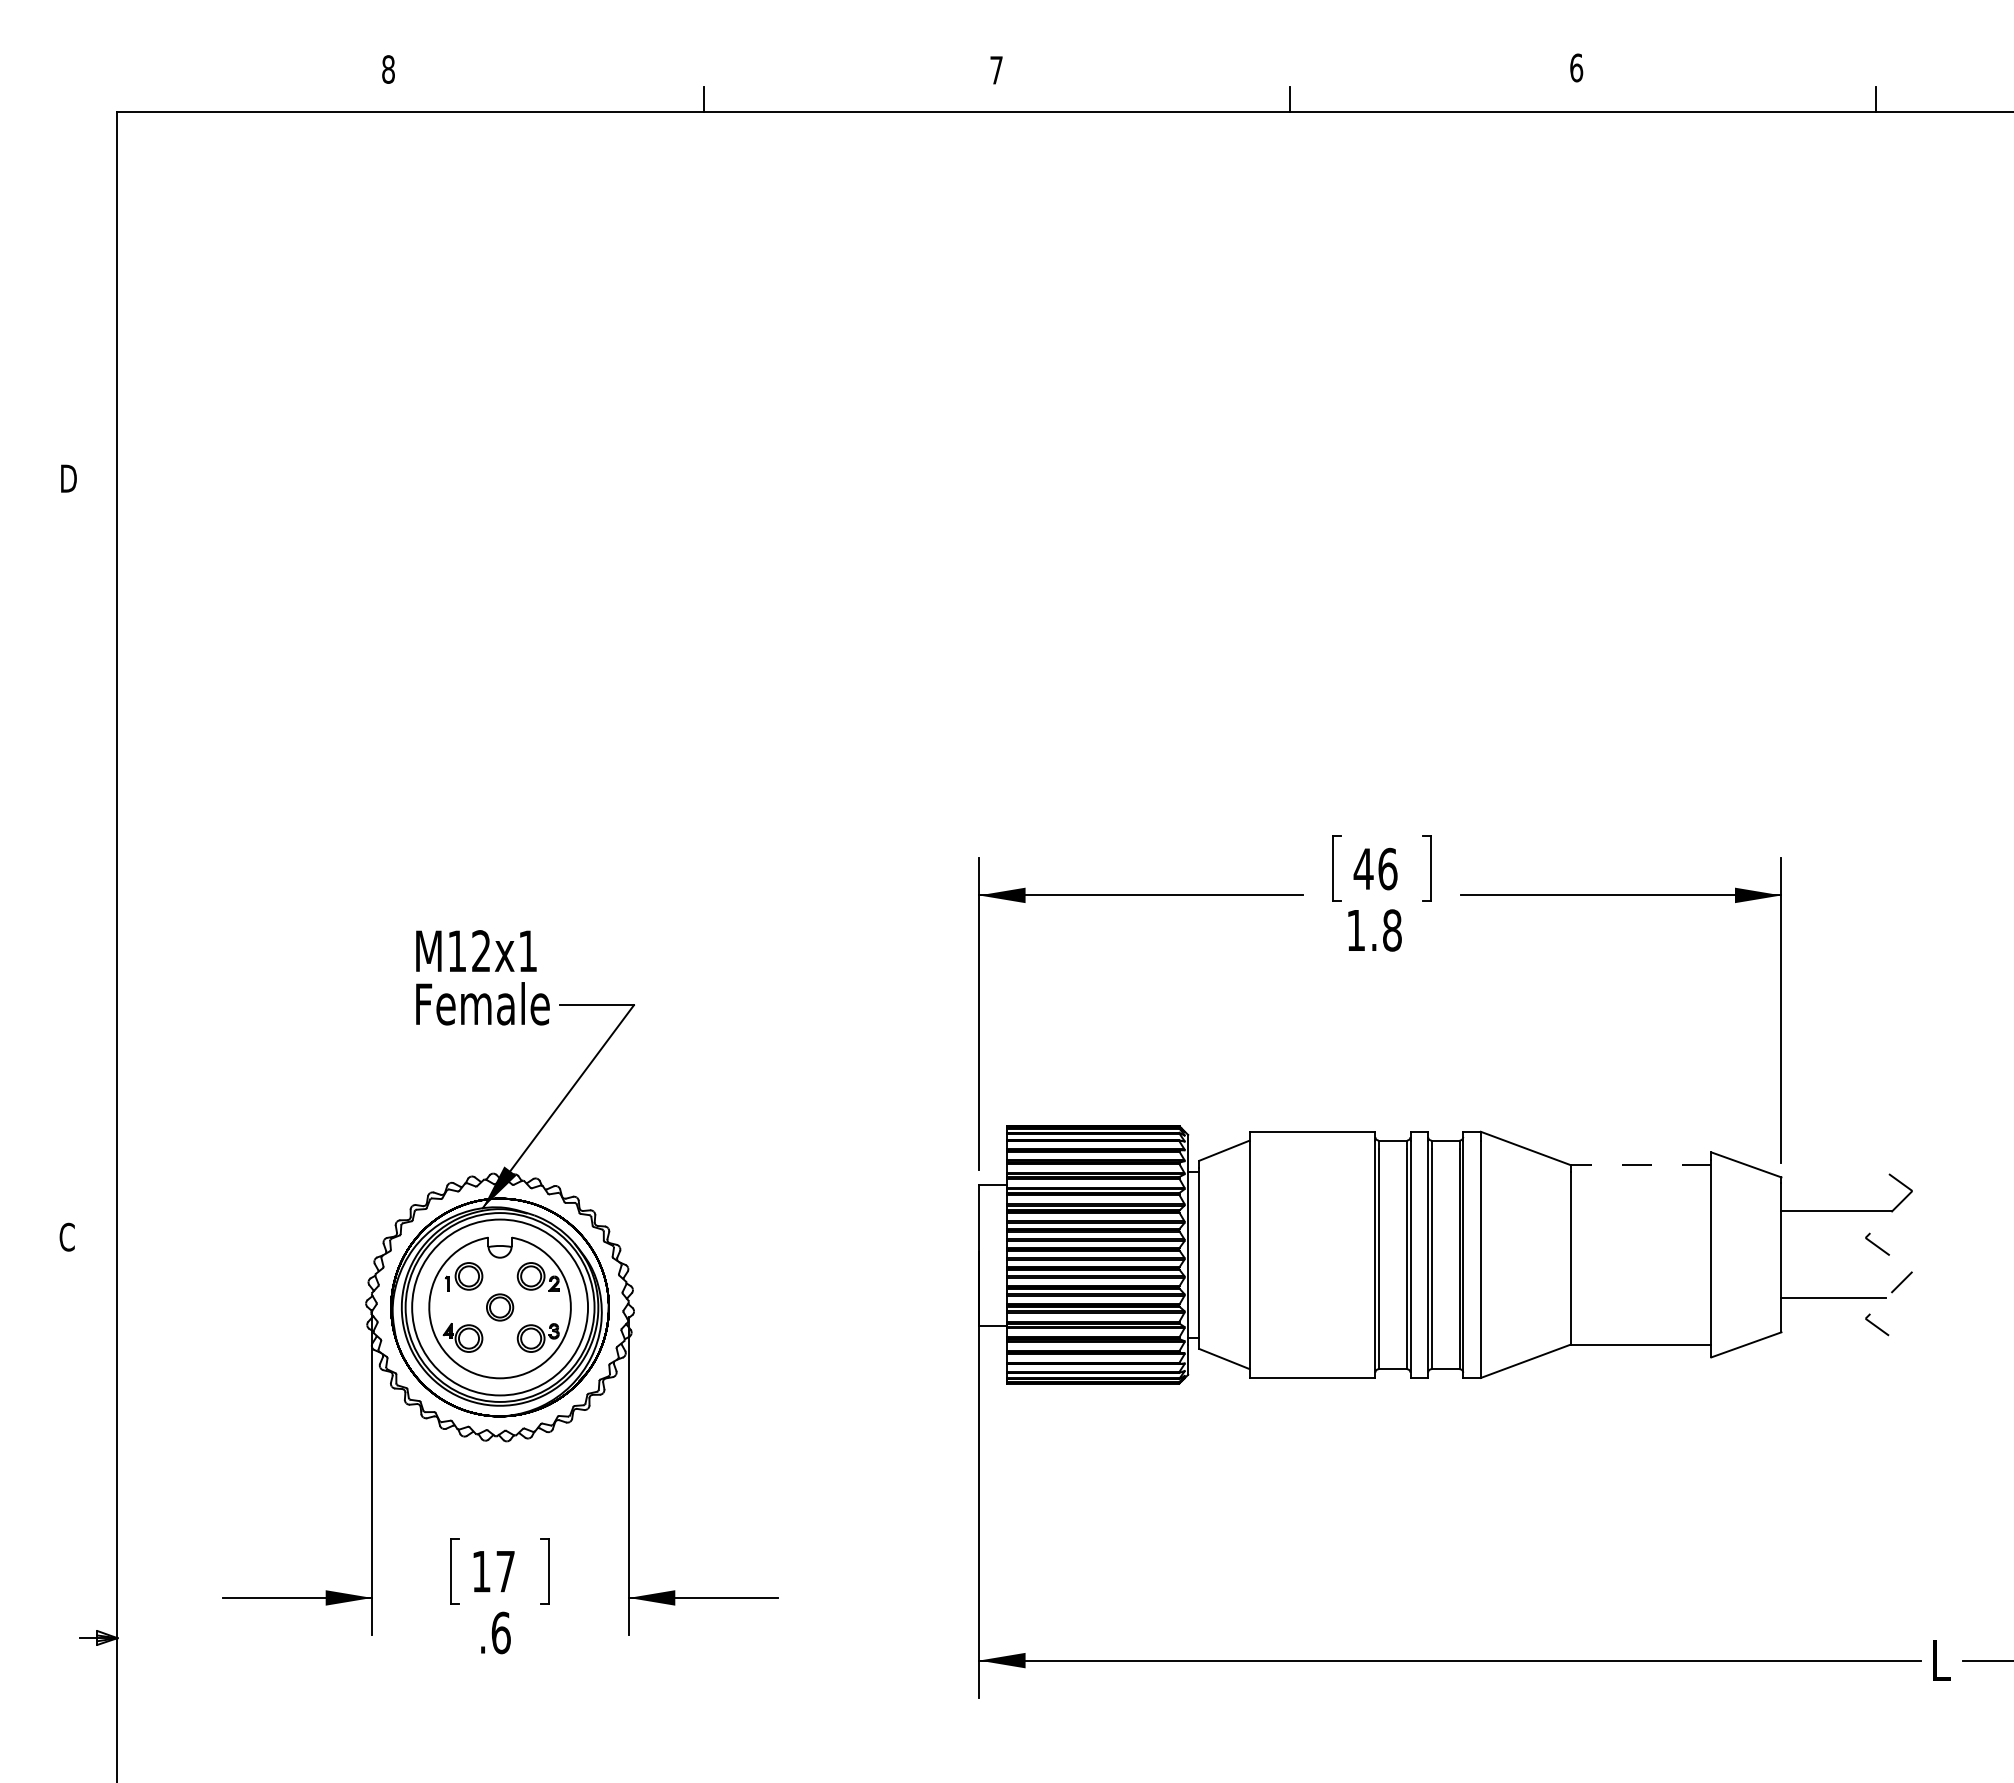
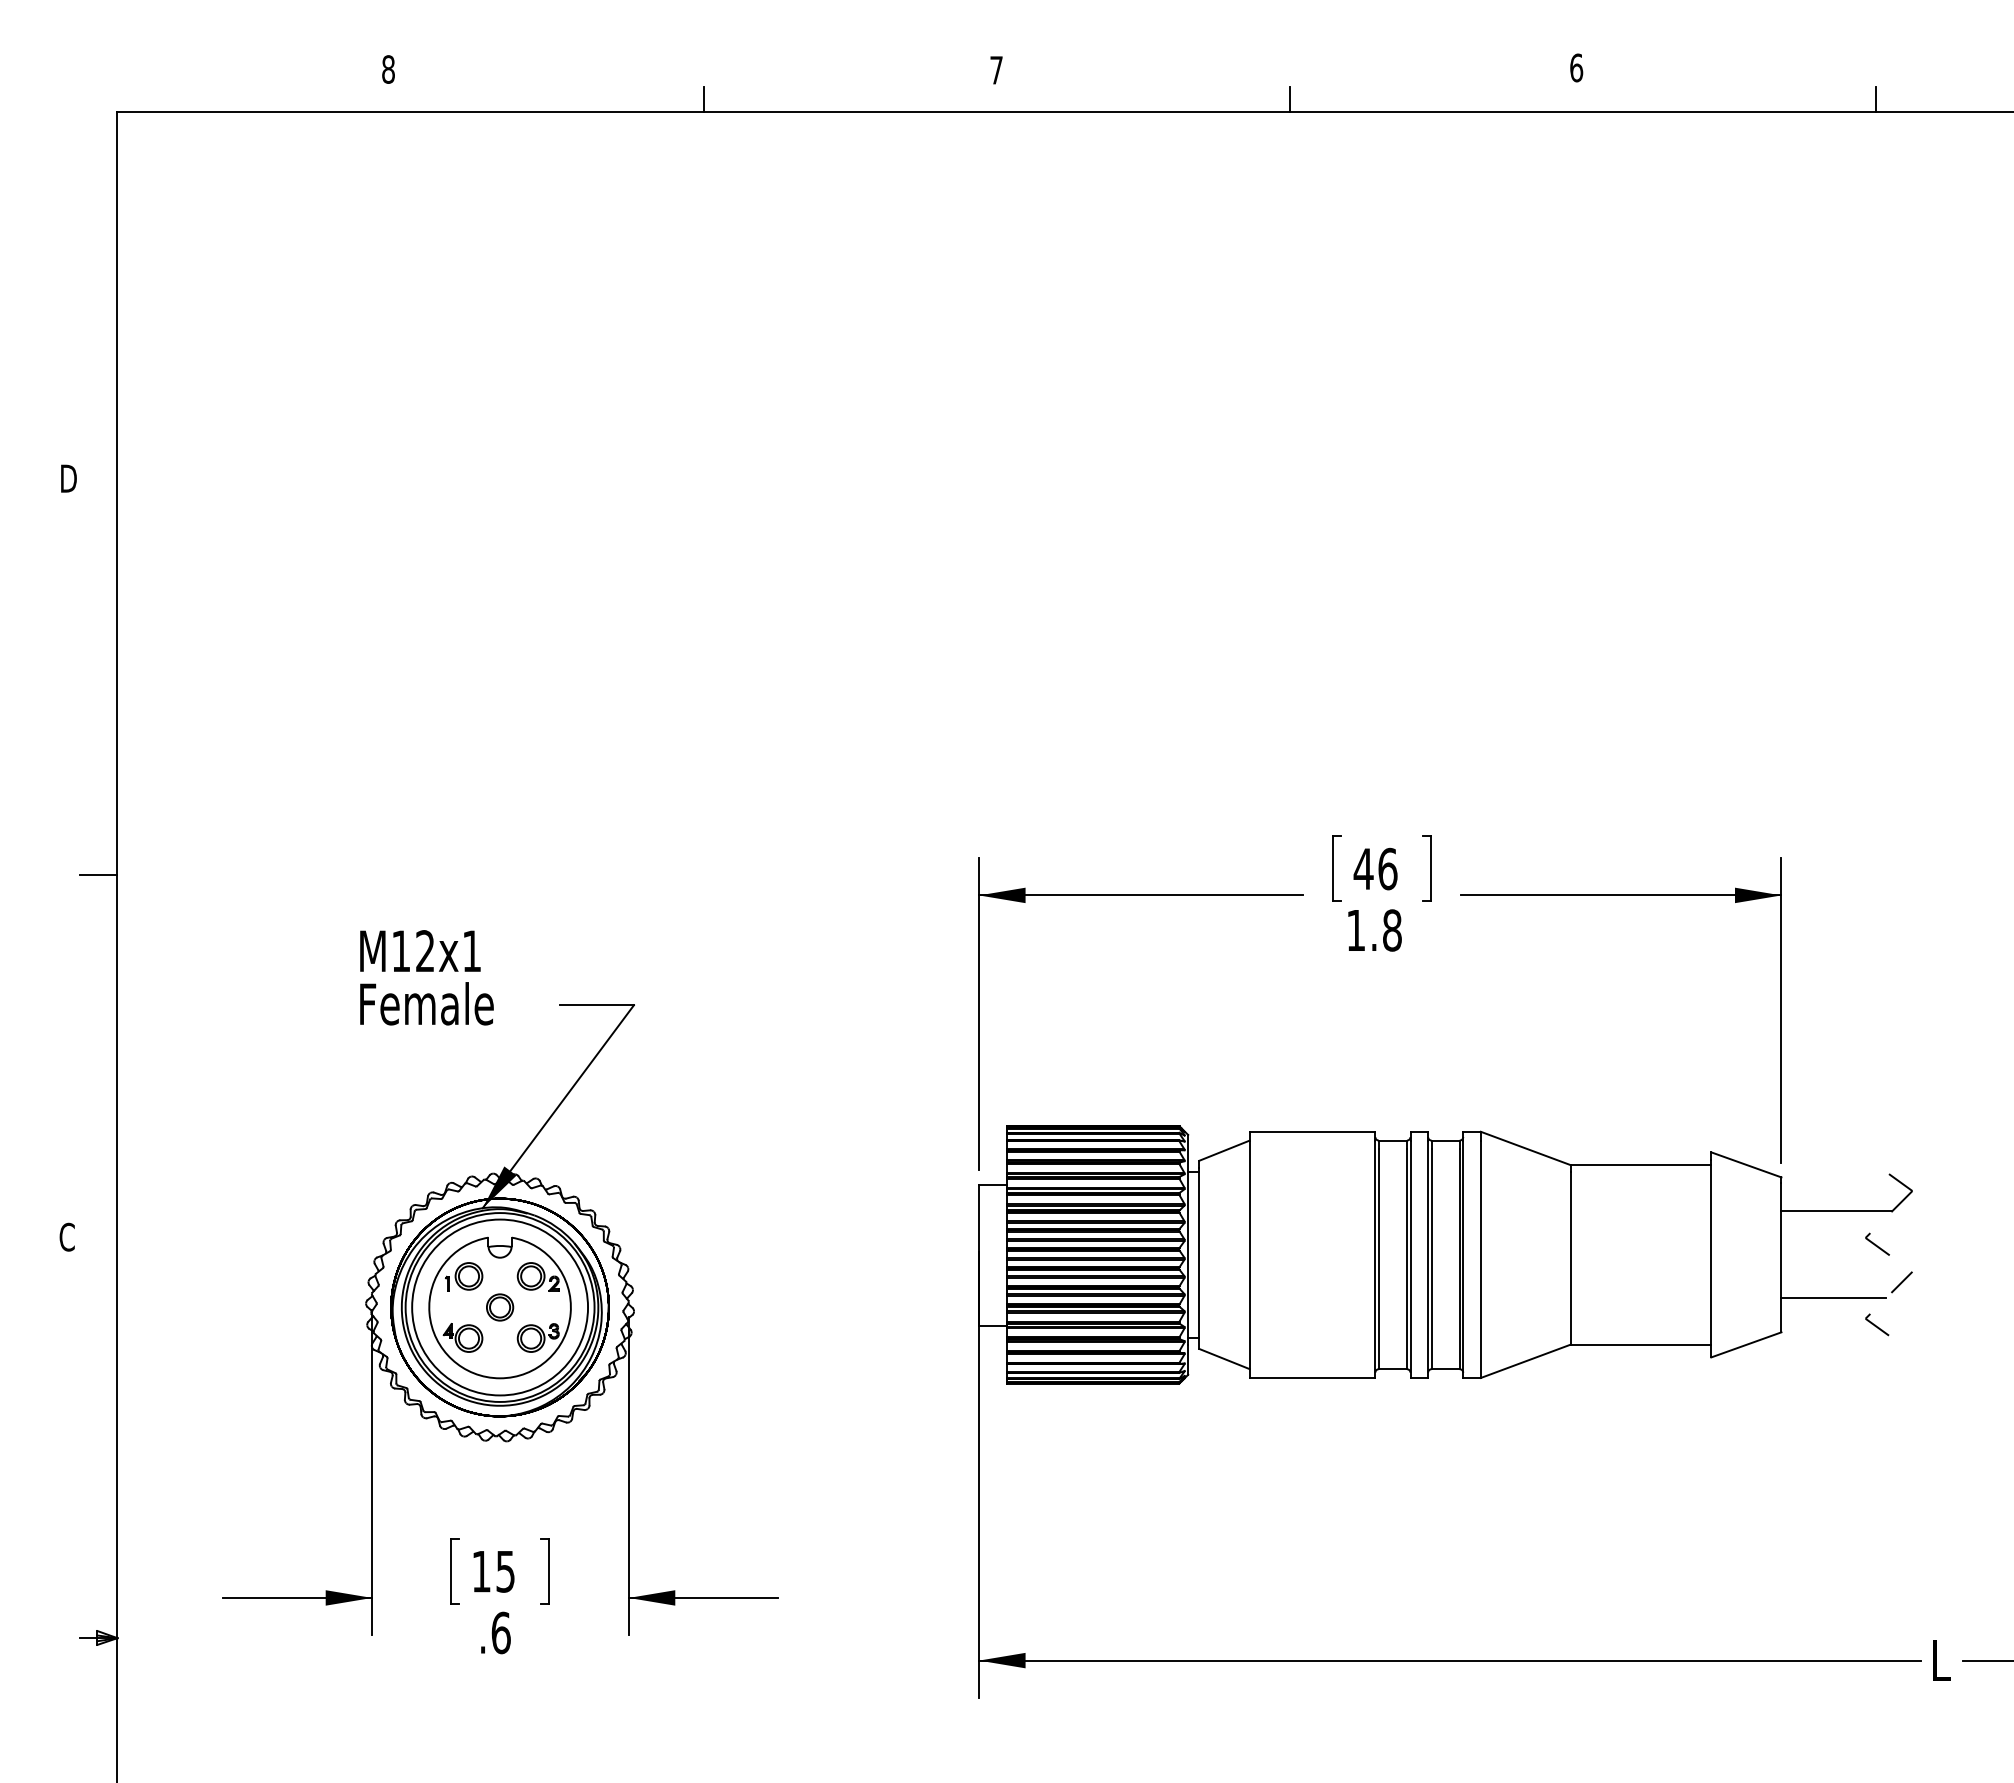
line at (98, 875): none -> present
text at (482, 977) position: (482, 977) -> (426, 977)
line at (1640, 1165): dashed -> solid
text at (505, 1571): 17 -> 15
